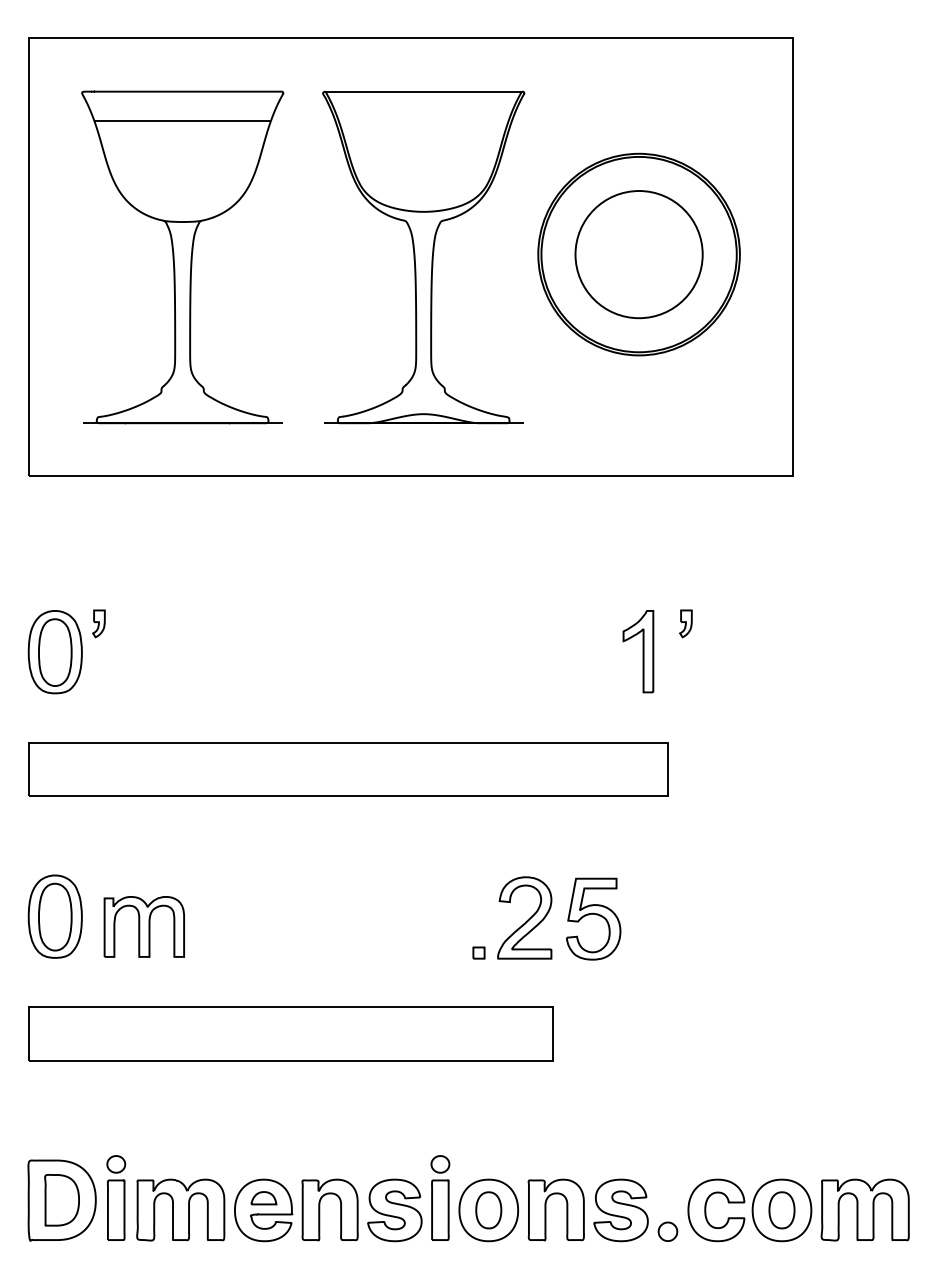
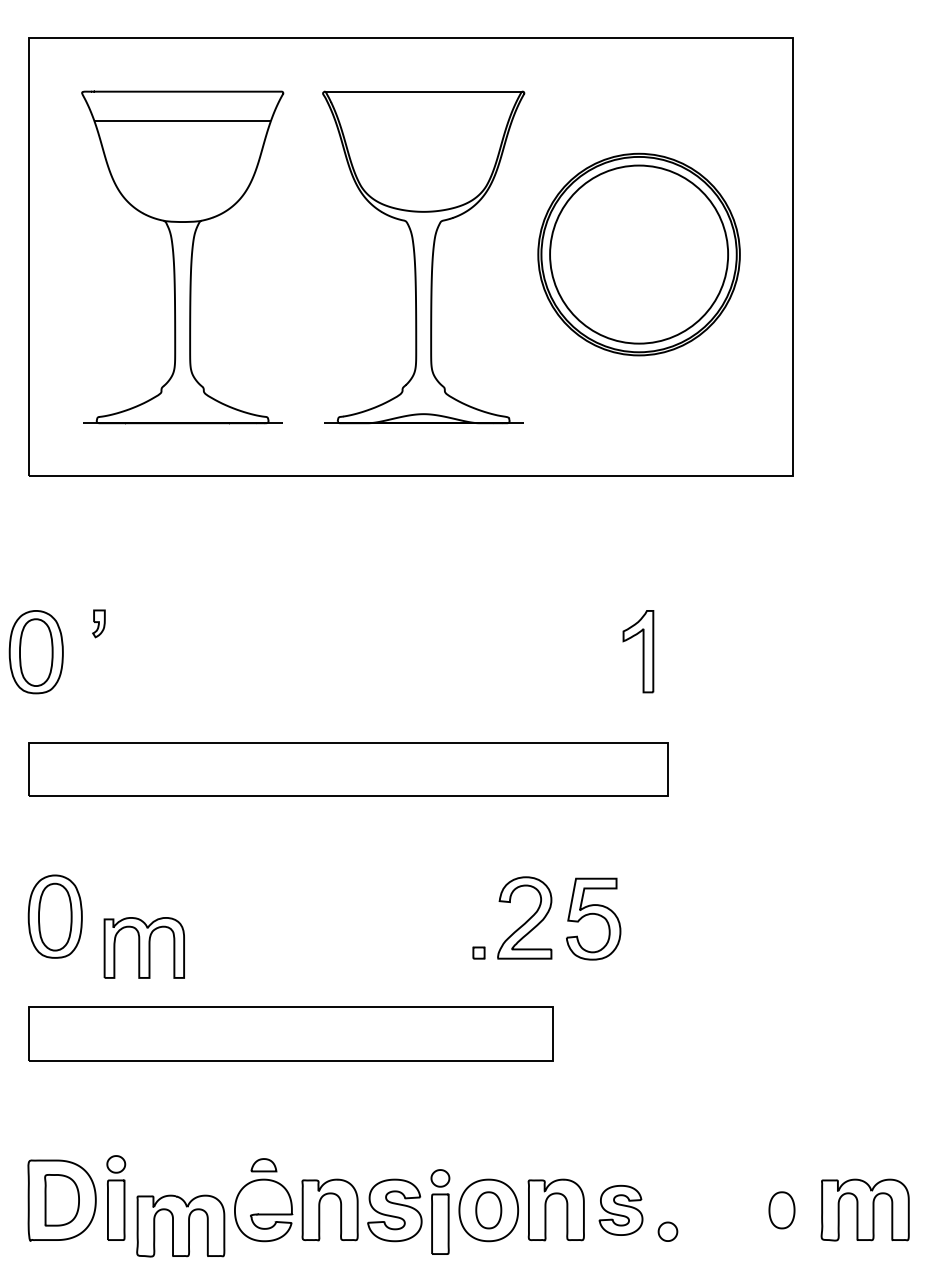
circle at (638, 254) diameter: 127 px -> 178 px
part at (685, 623): present -> none
part at (54, 652) position: (54, 652) -> (35, 652)
part at (143, 926) position: (143, 926) -> (143, 947)
part at (440, 1197) position: (440, 1197) -> (440, 1211)
part at (263, 1198) position: (263, 1198) -> (263, 1165)
part at (180, 1209) position: (180, 1209) -> (180, 1225)
part at (620, 1210) size: 56x65 px -> 46x52 px
part at (749, 1210): present -> none
